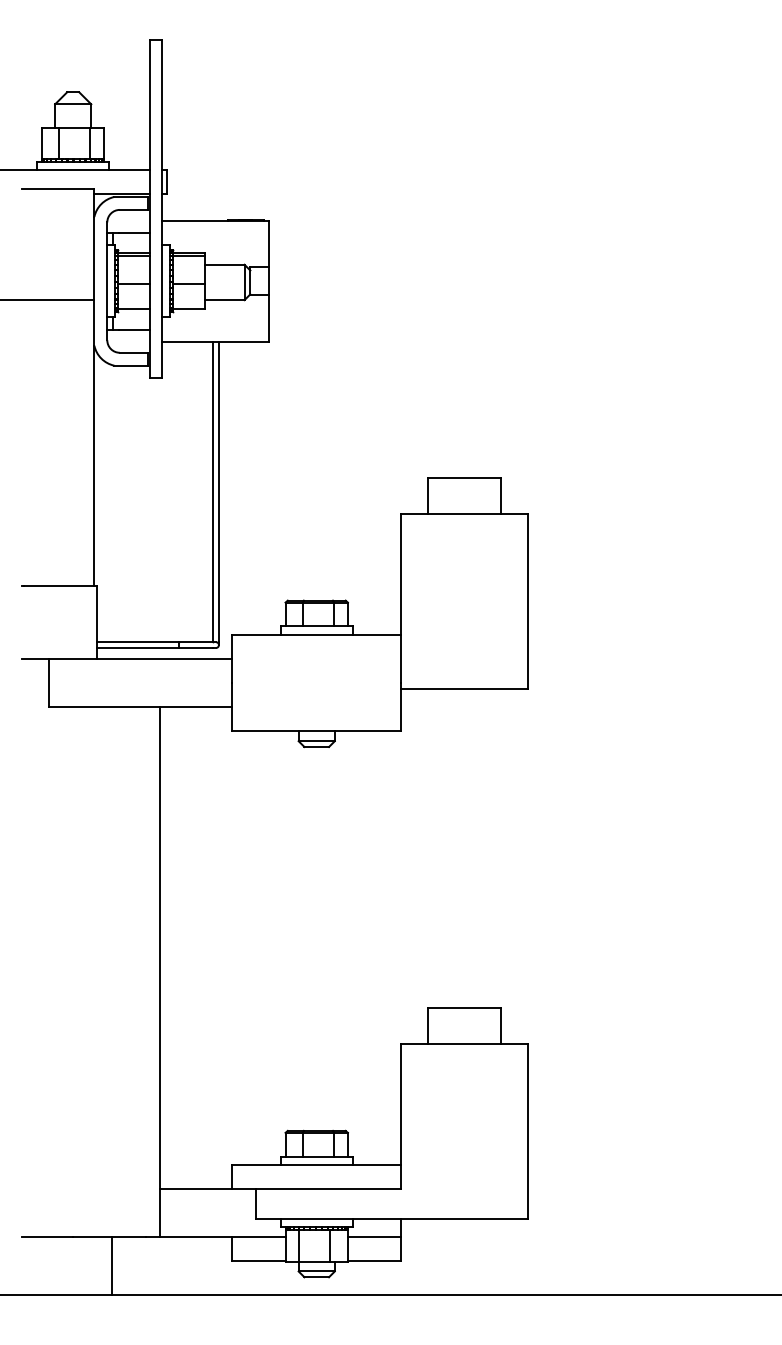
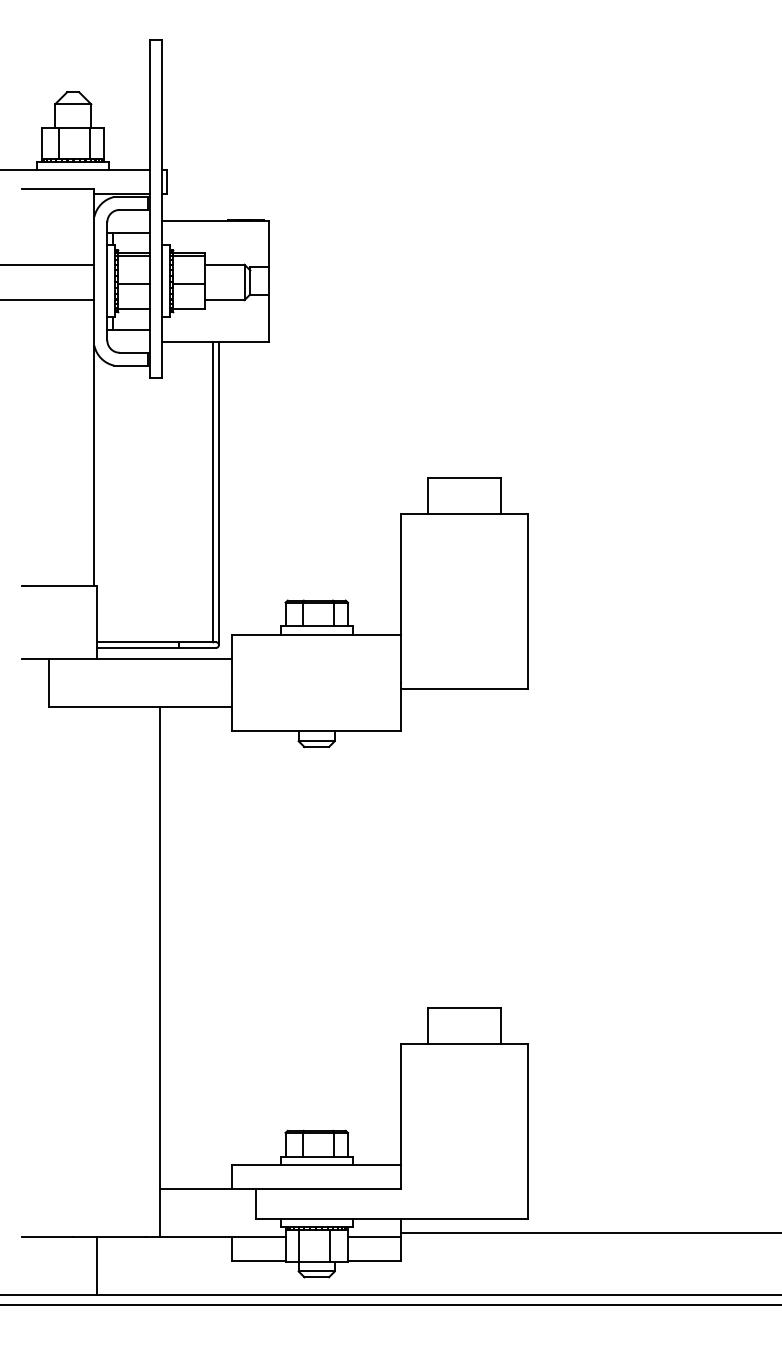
line at (48, 264): none -> present
line at (589, 1233): none -> present
line at (112, 1266) position: (112, 1266) -> (97, 1266)
line at (390, 1304): none -> present
